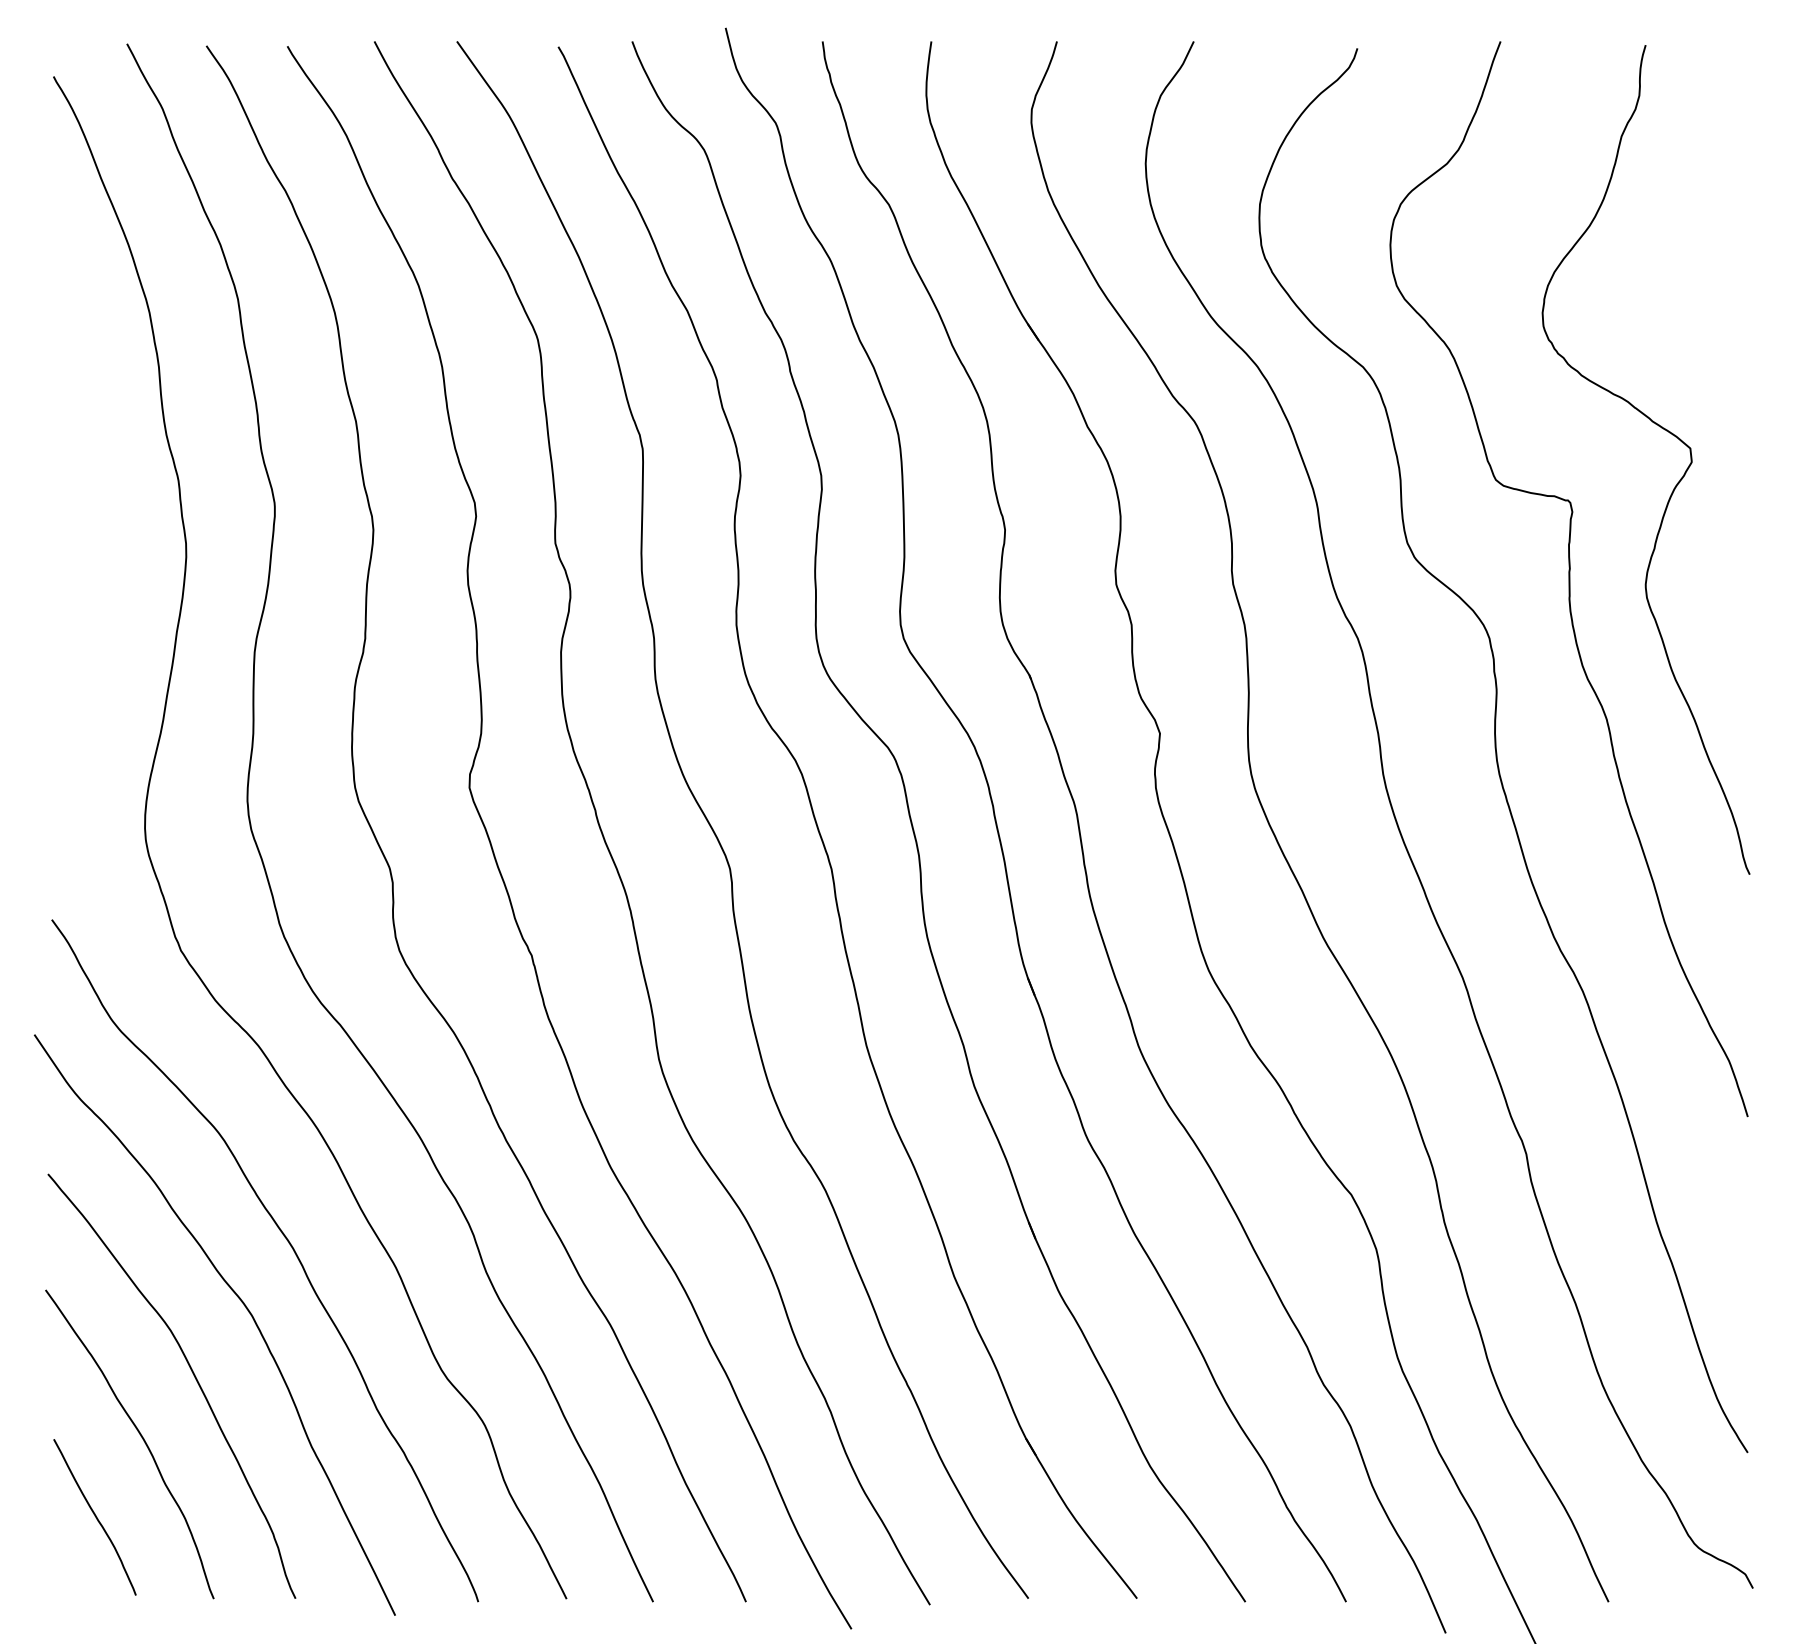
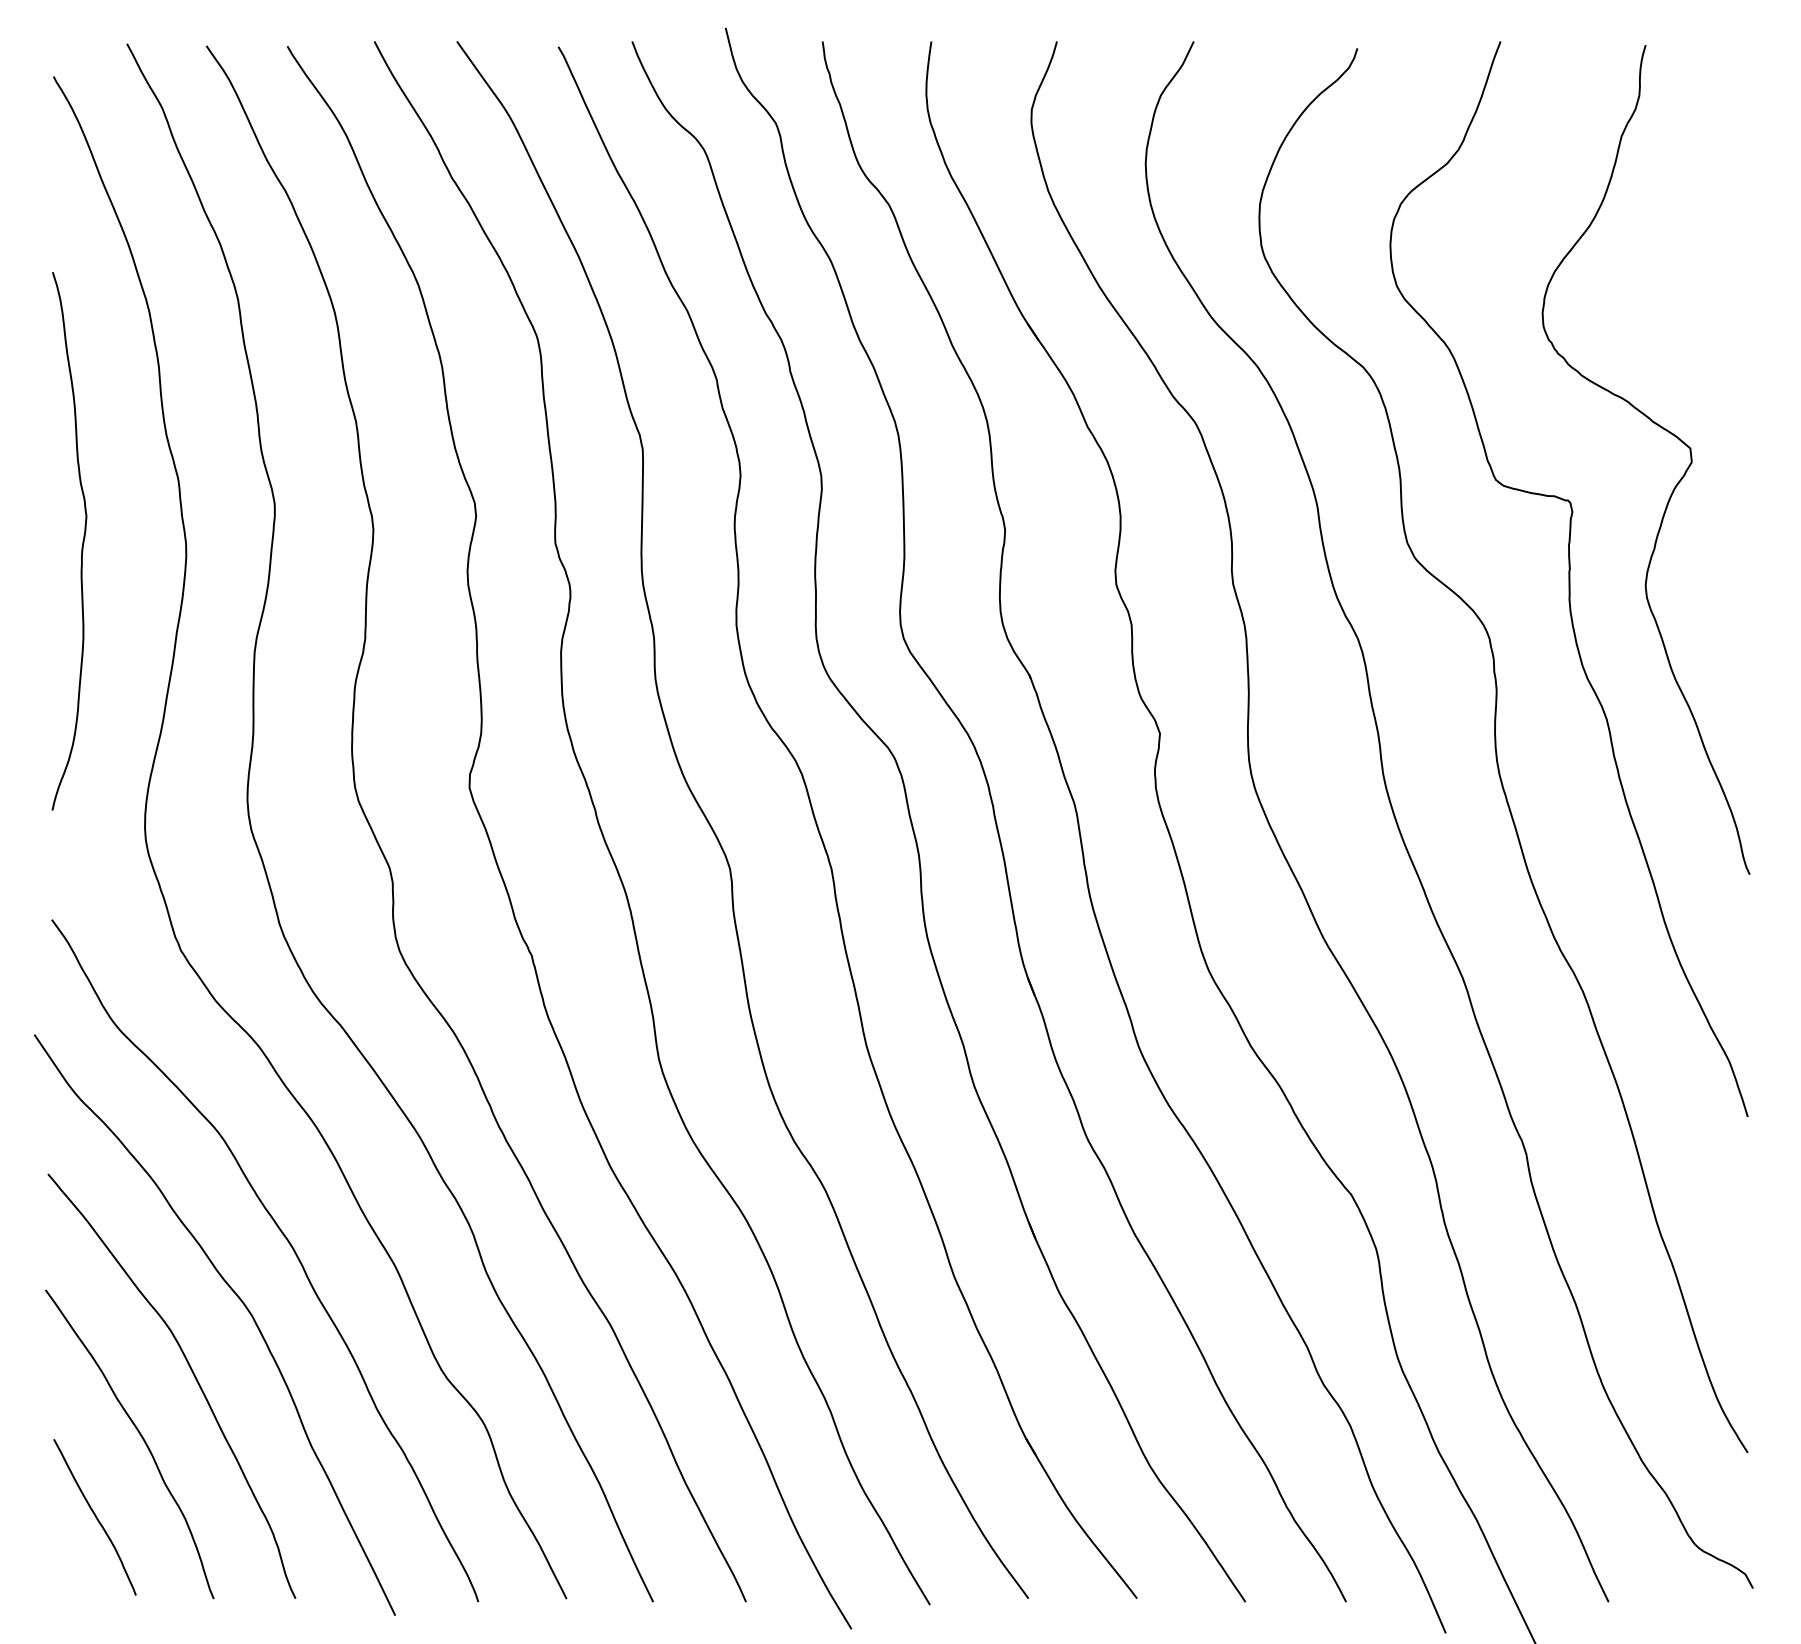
curve at (82, 541): none -> present
